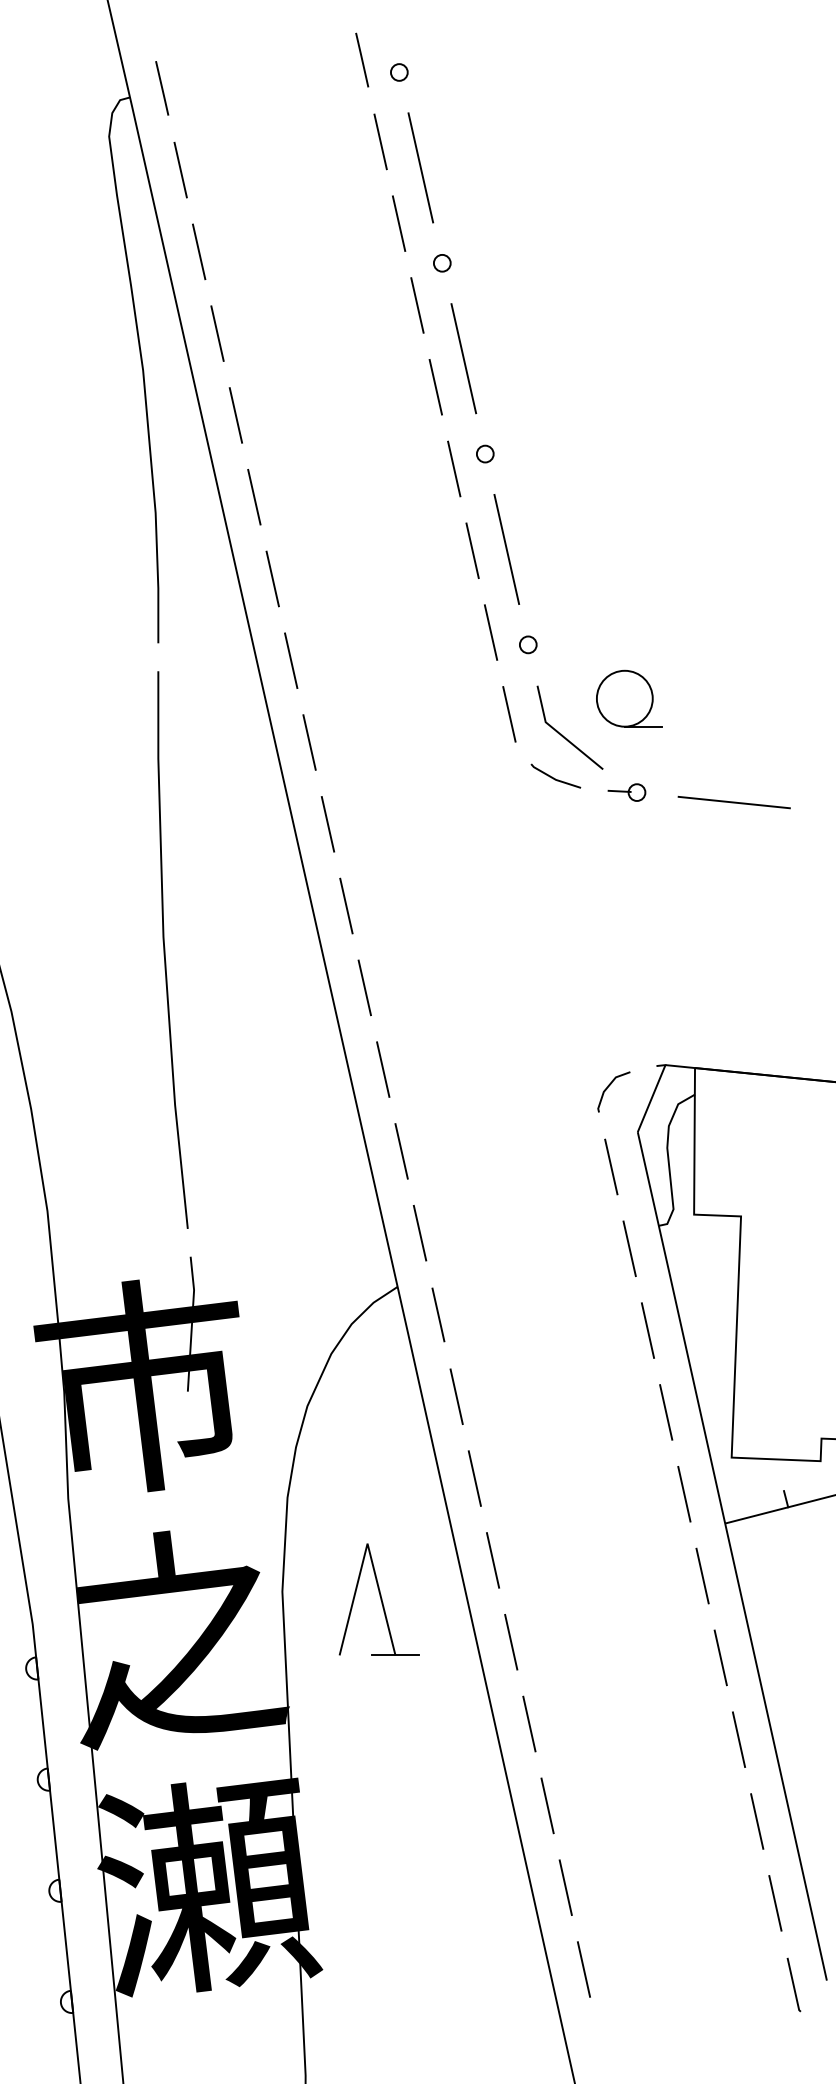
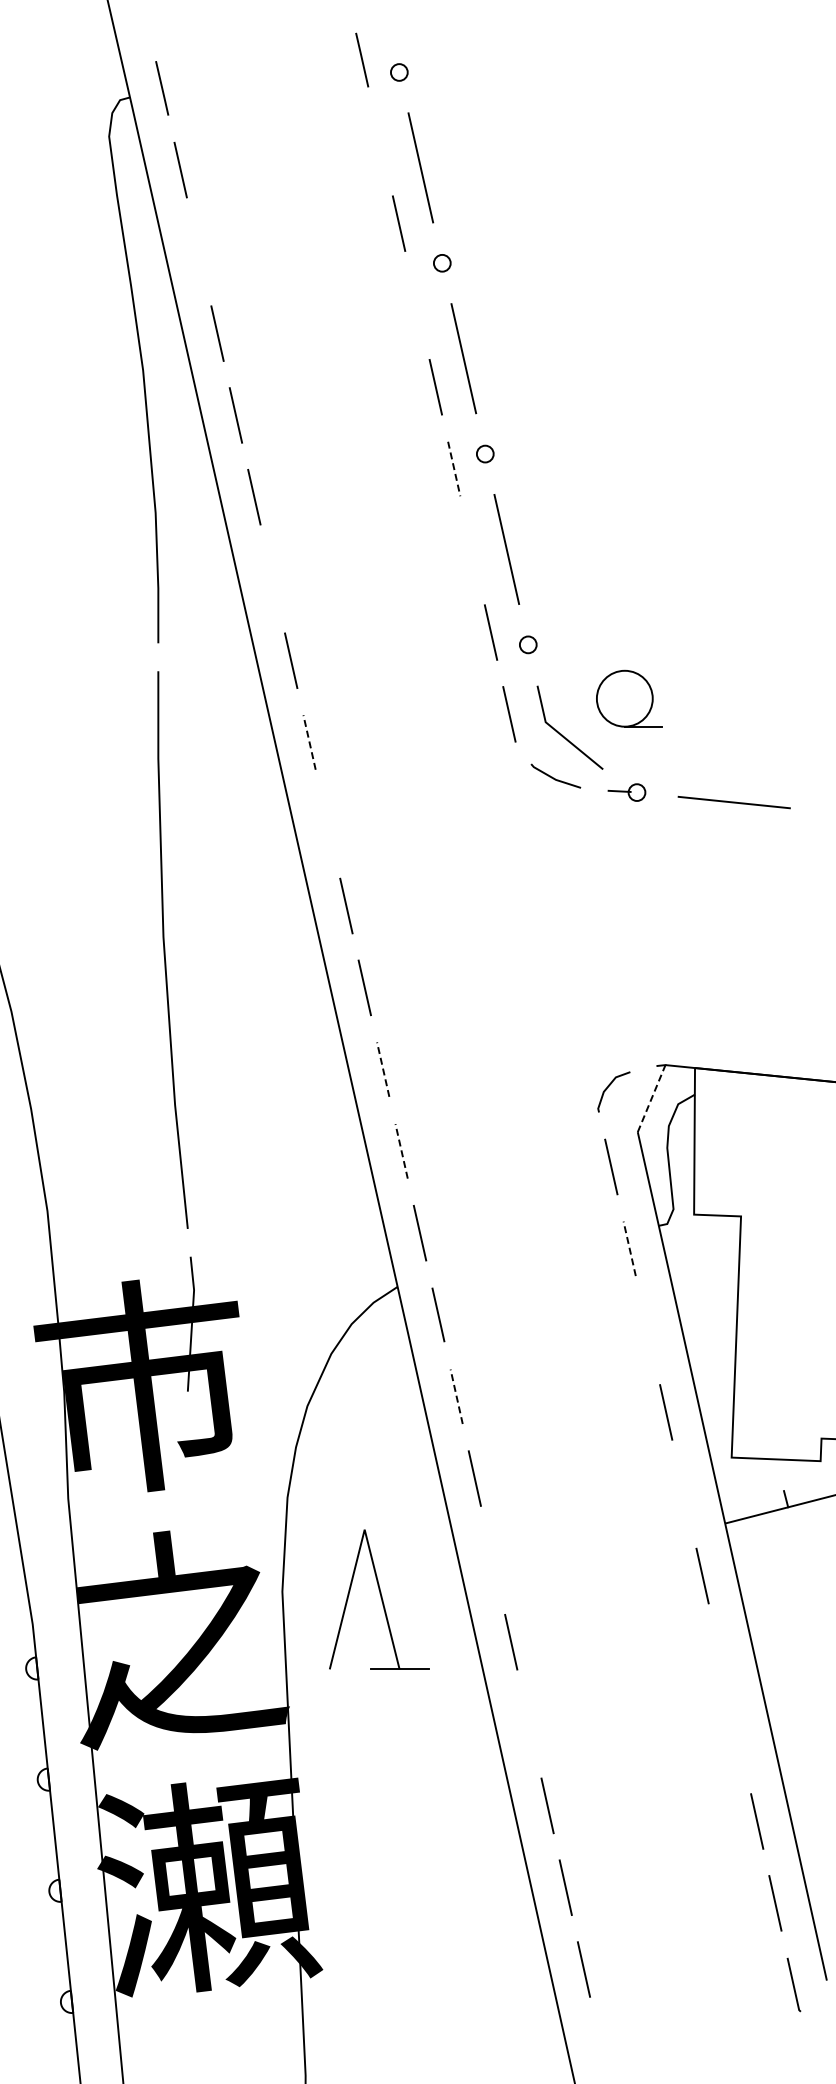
line at (380, 141): present -> none
line at (198, 251): present -> none
line at (417, 305): present -> none
line at (454, 469): solid -> dashed
line at (472, 550): present -> none
line at (272, 578): present -> none
line at (309, 742): solid -> dashed
line at (327, 824): present -> none
line at (383, 1069): solid -> dashed
line at (651, 1098): solid -> dashed
line at (401, 1151): solid -> dashed
line at (629, 1248): solid -> dashed
line at (647, 1330): present -> none
line at (456, 1396): solid -> dashed
line at (684, 1493): present -> none
line at (492, 1560): present -> none
part at (378, 1599) size: 82x113 px -> 101x141 px
line at (720, 1657): present -> none
line at (529, 1723): present -> none
line at (738, 1739): present -> none
